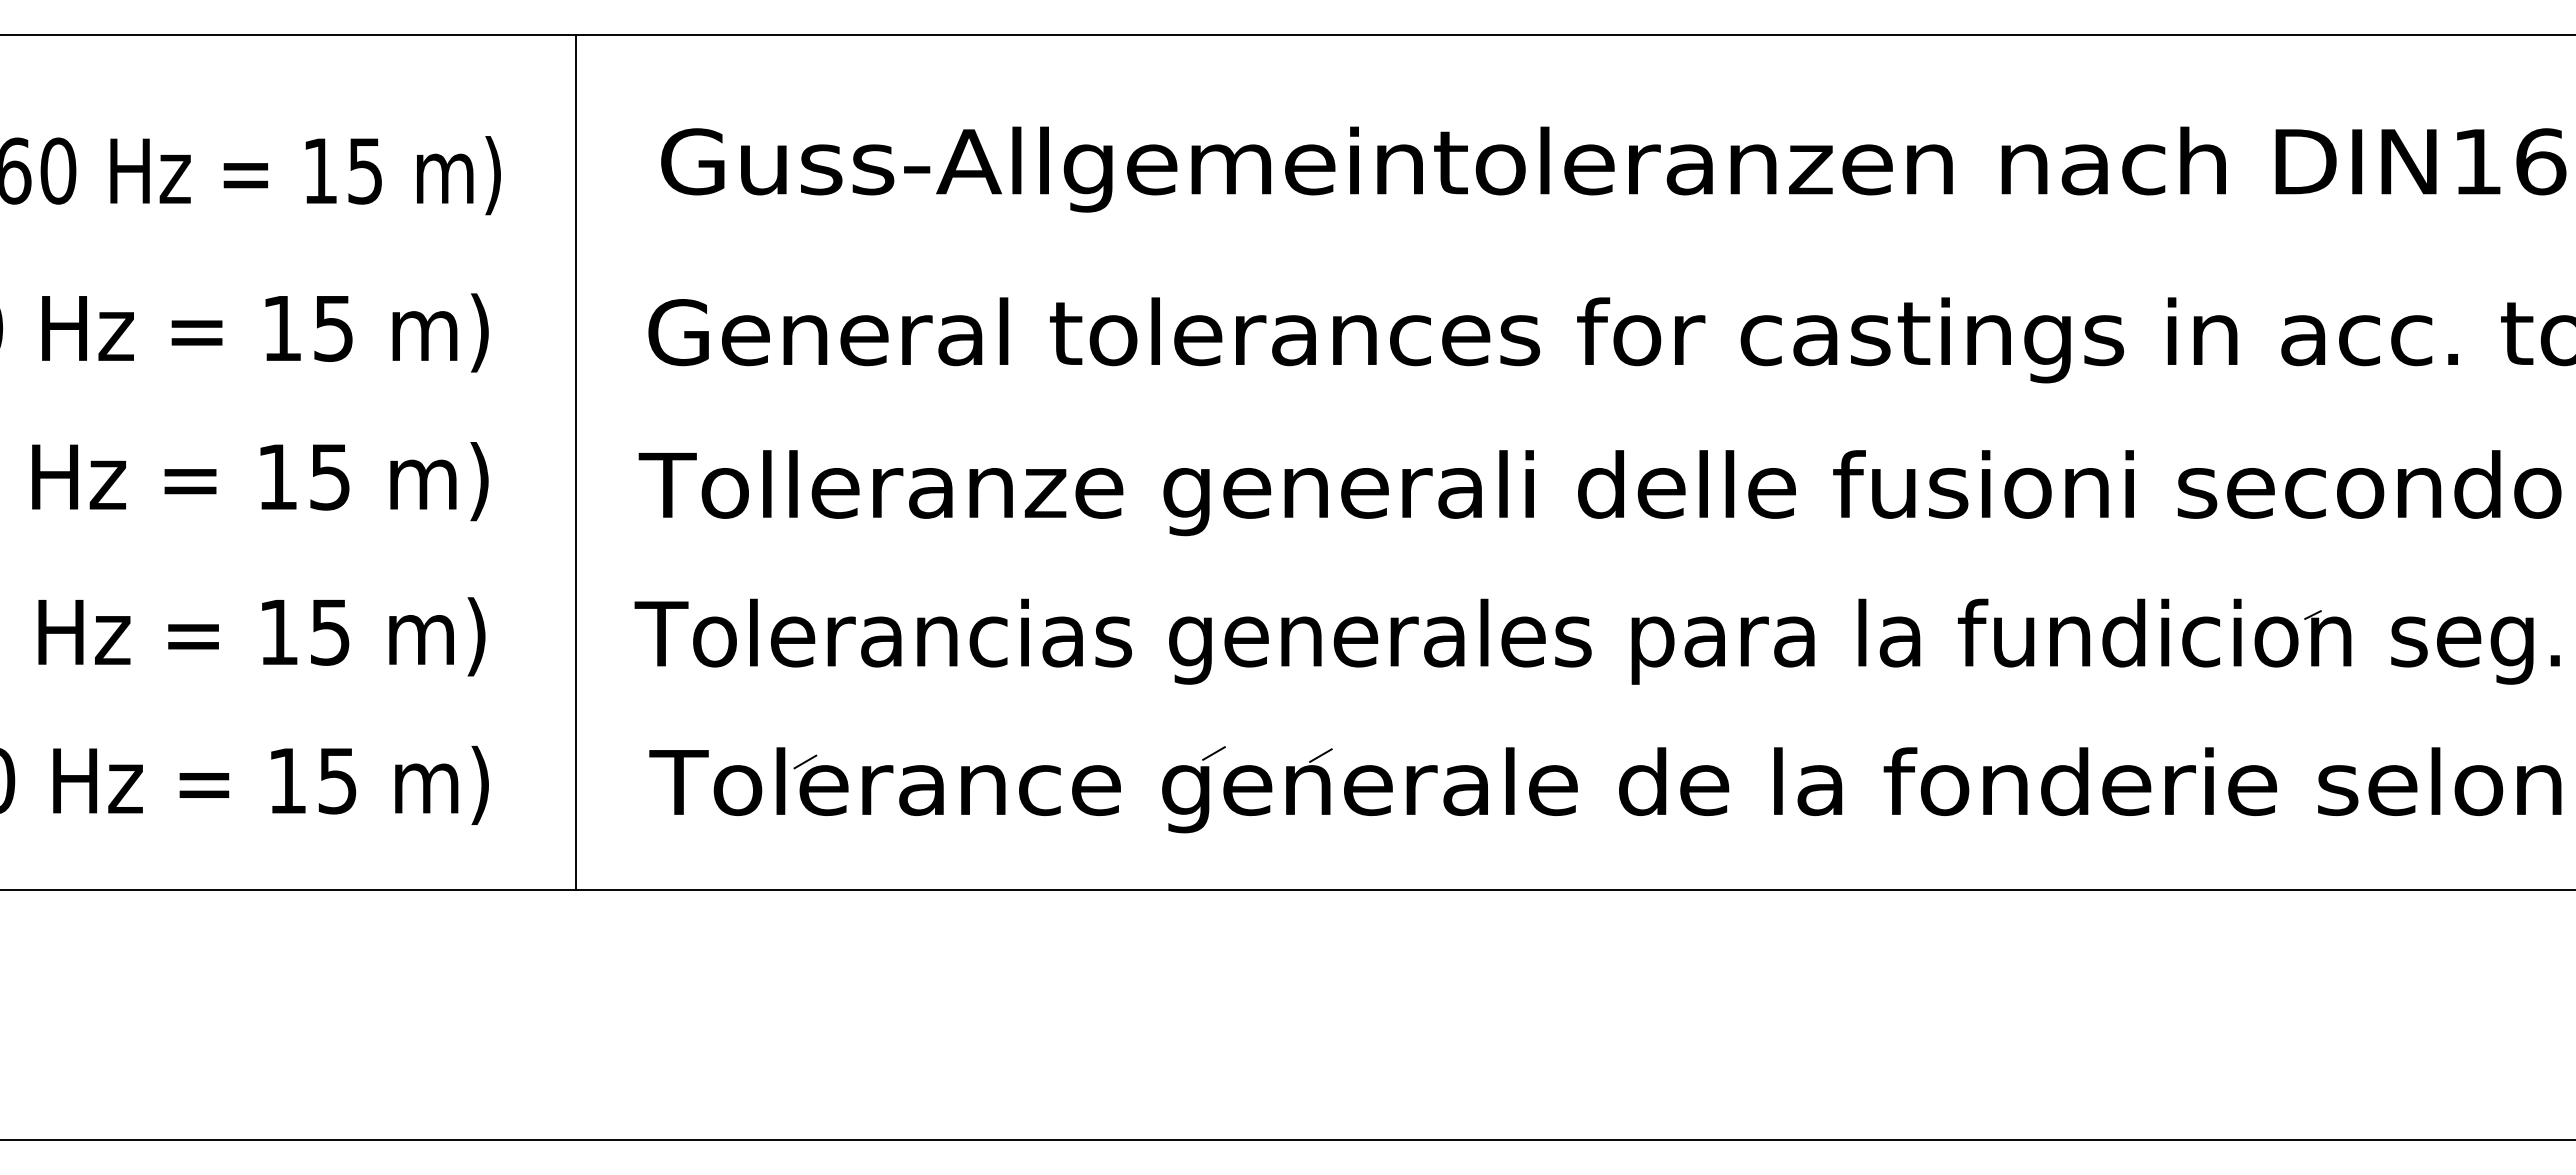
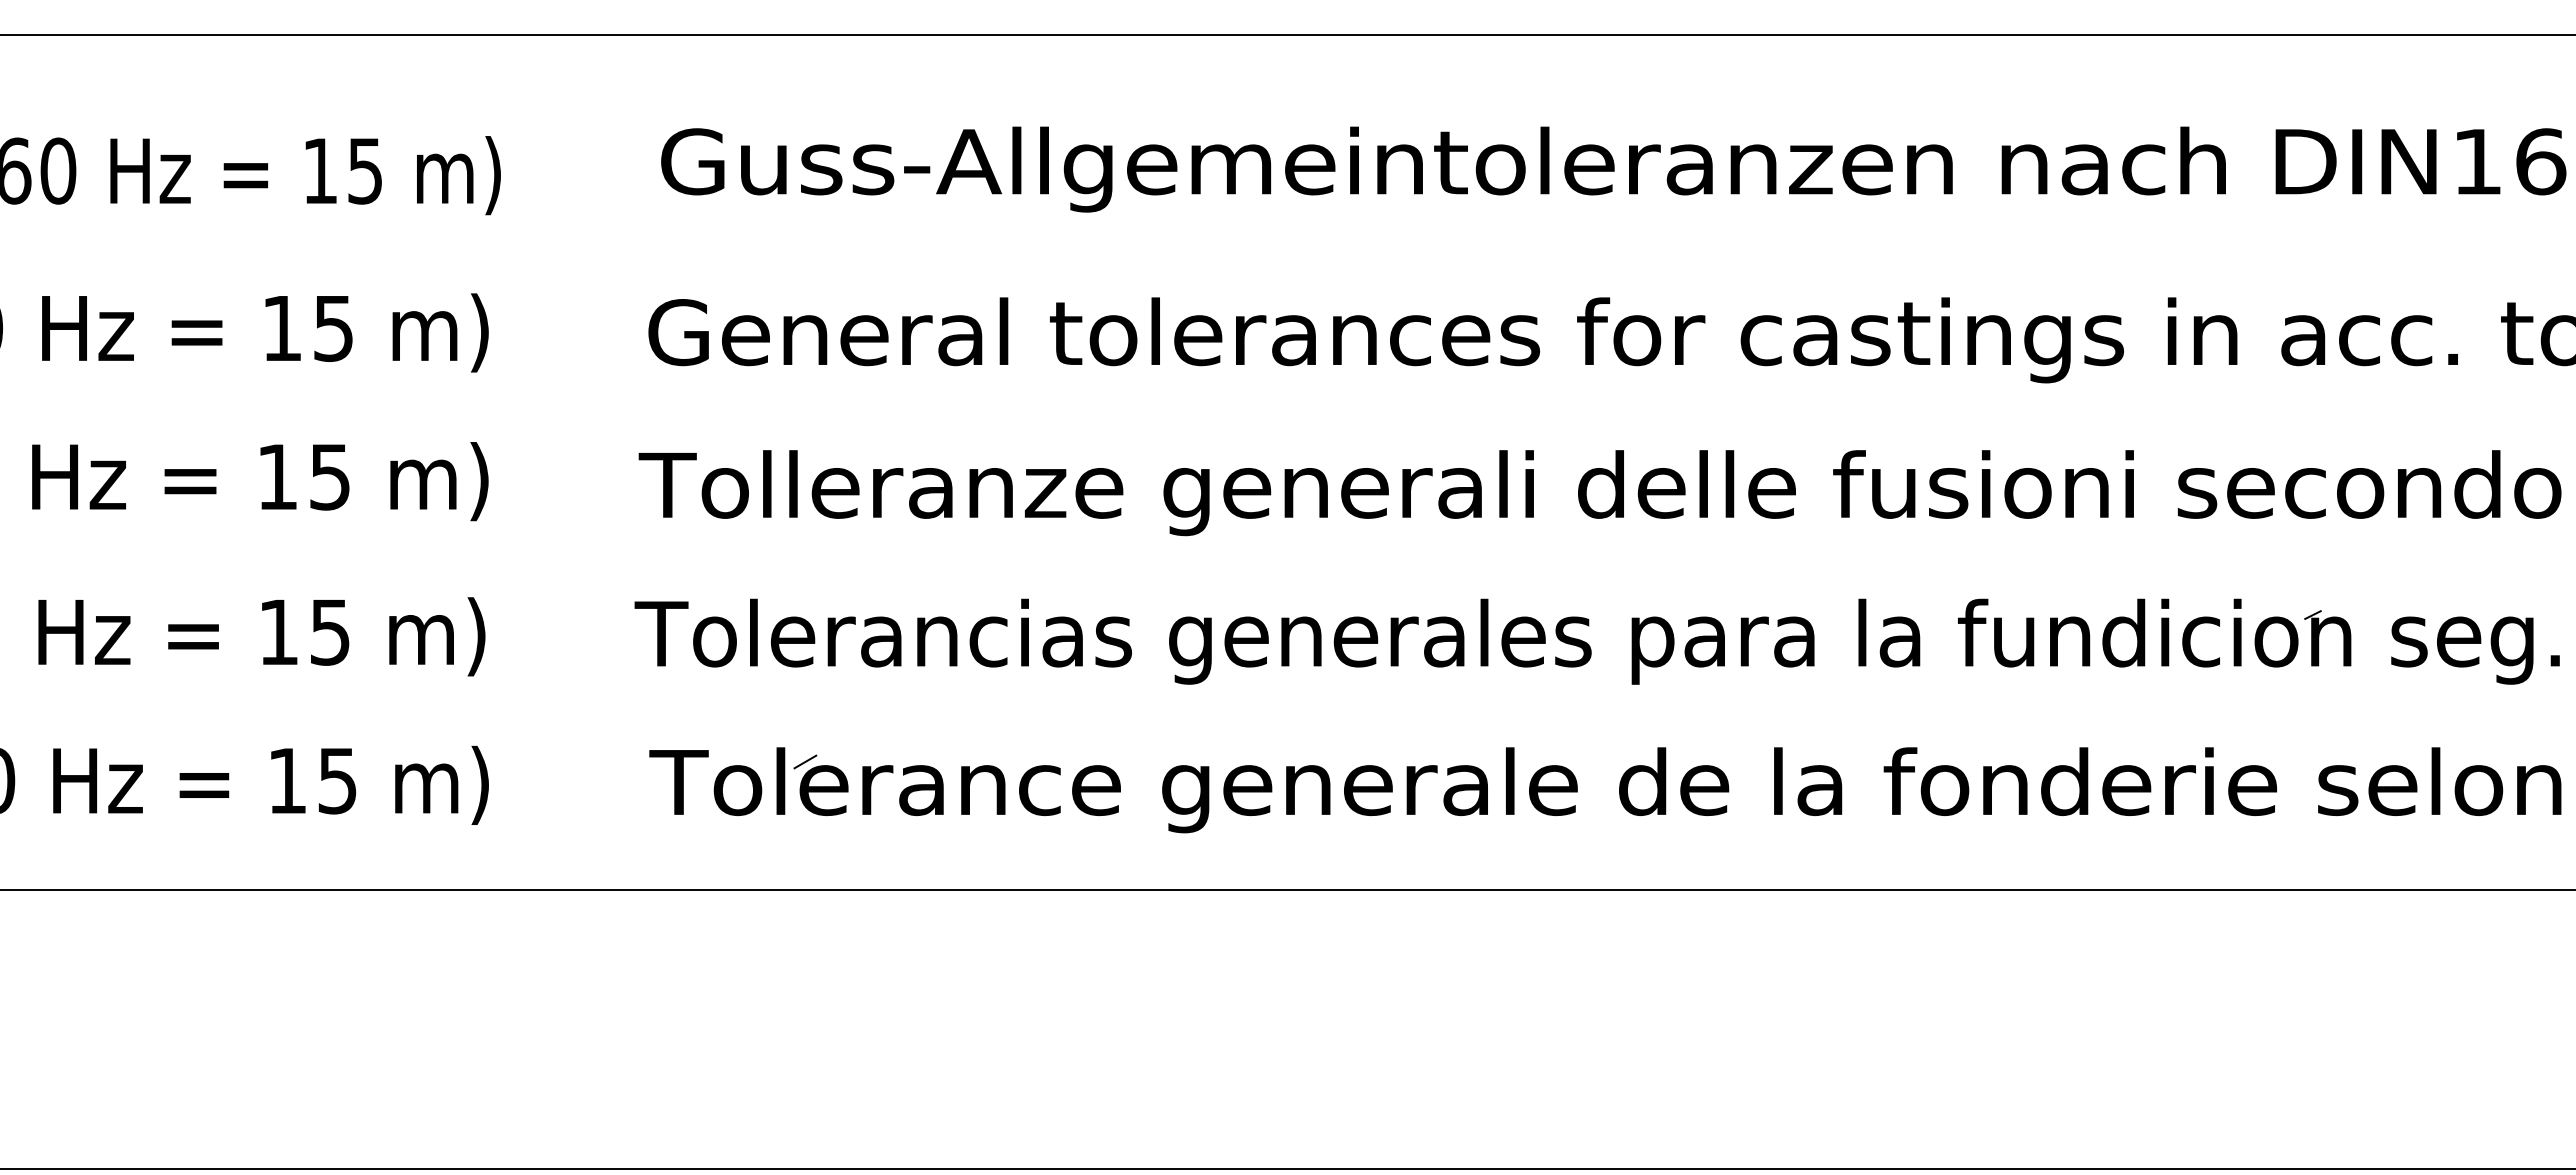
line at (576, 462): present -> none
line at (1213, 753): present -> none
line at (1320, 755): present -> none
line at (1287, 1139) position: (1287, 1139) -> (1287, 1168)
